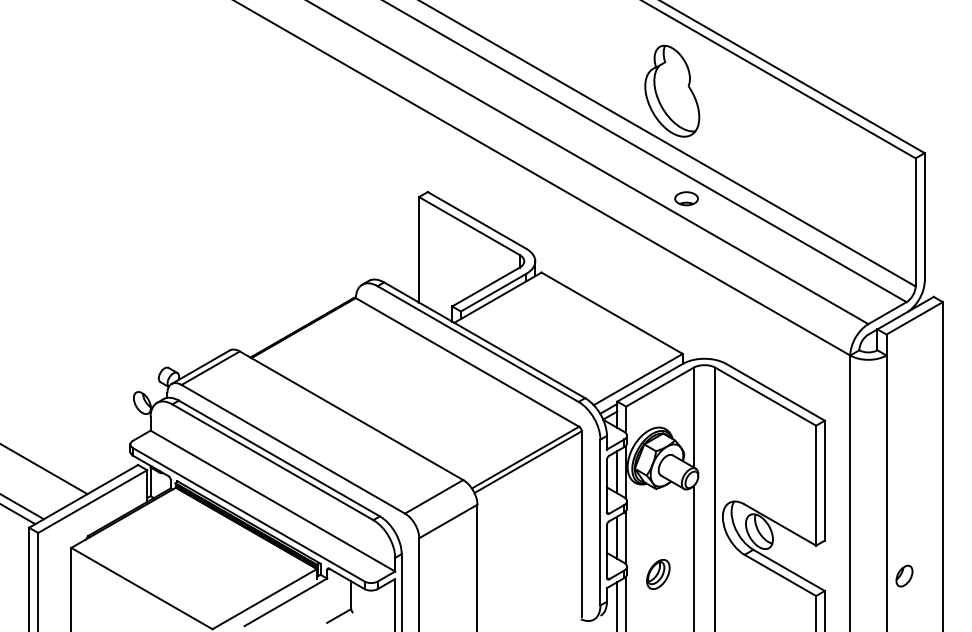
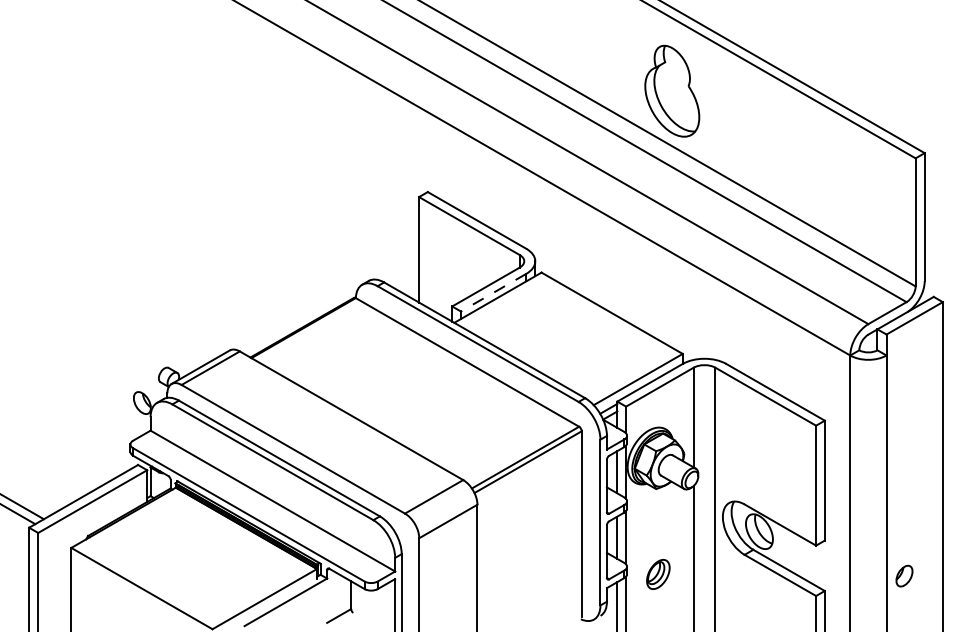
part at (686, 198): present -> none
line at (493, 292): solid -> dashed
line at (44, 469): present -> none
